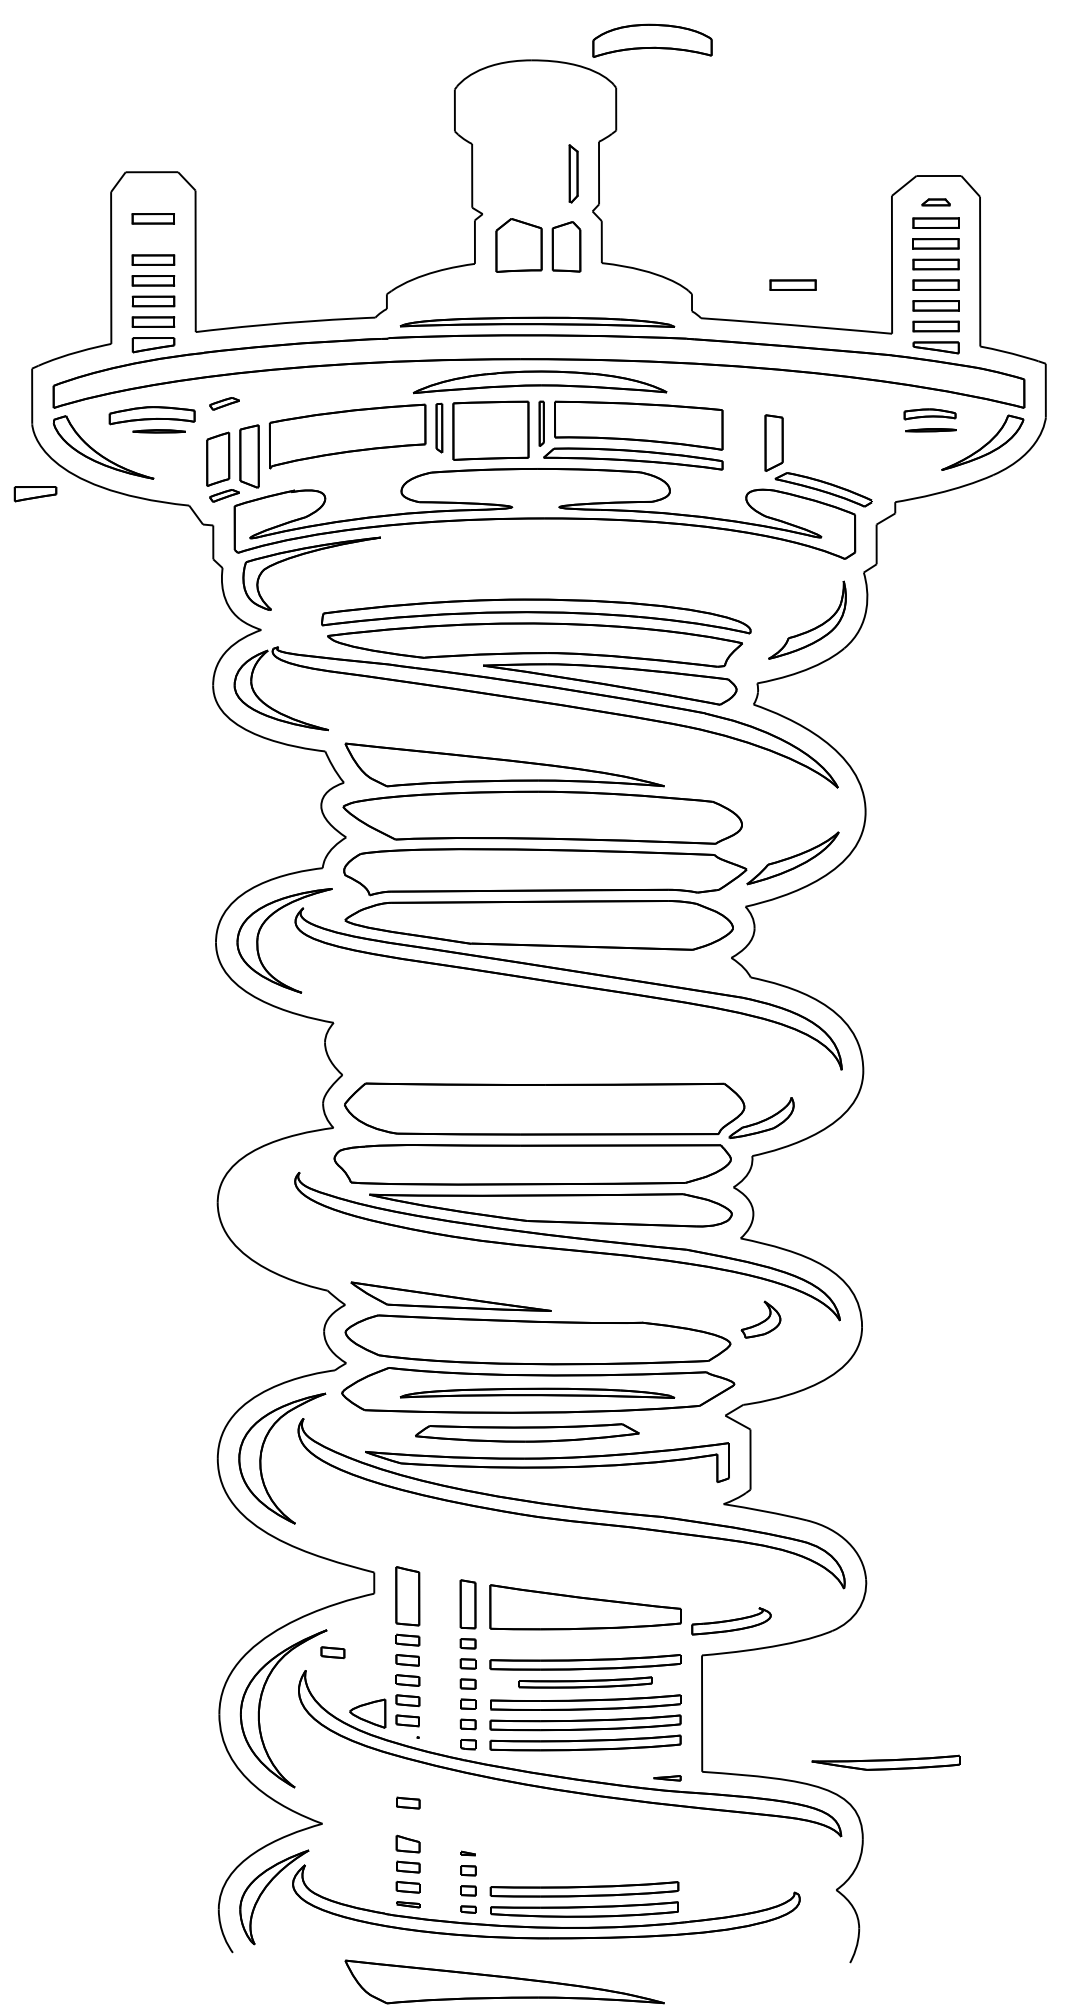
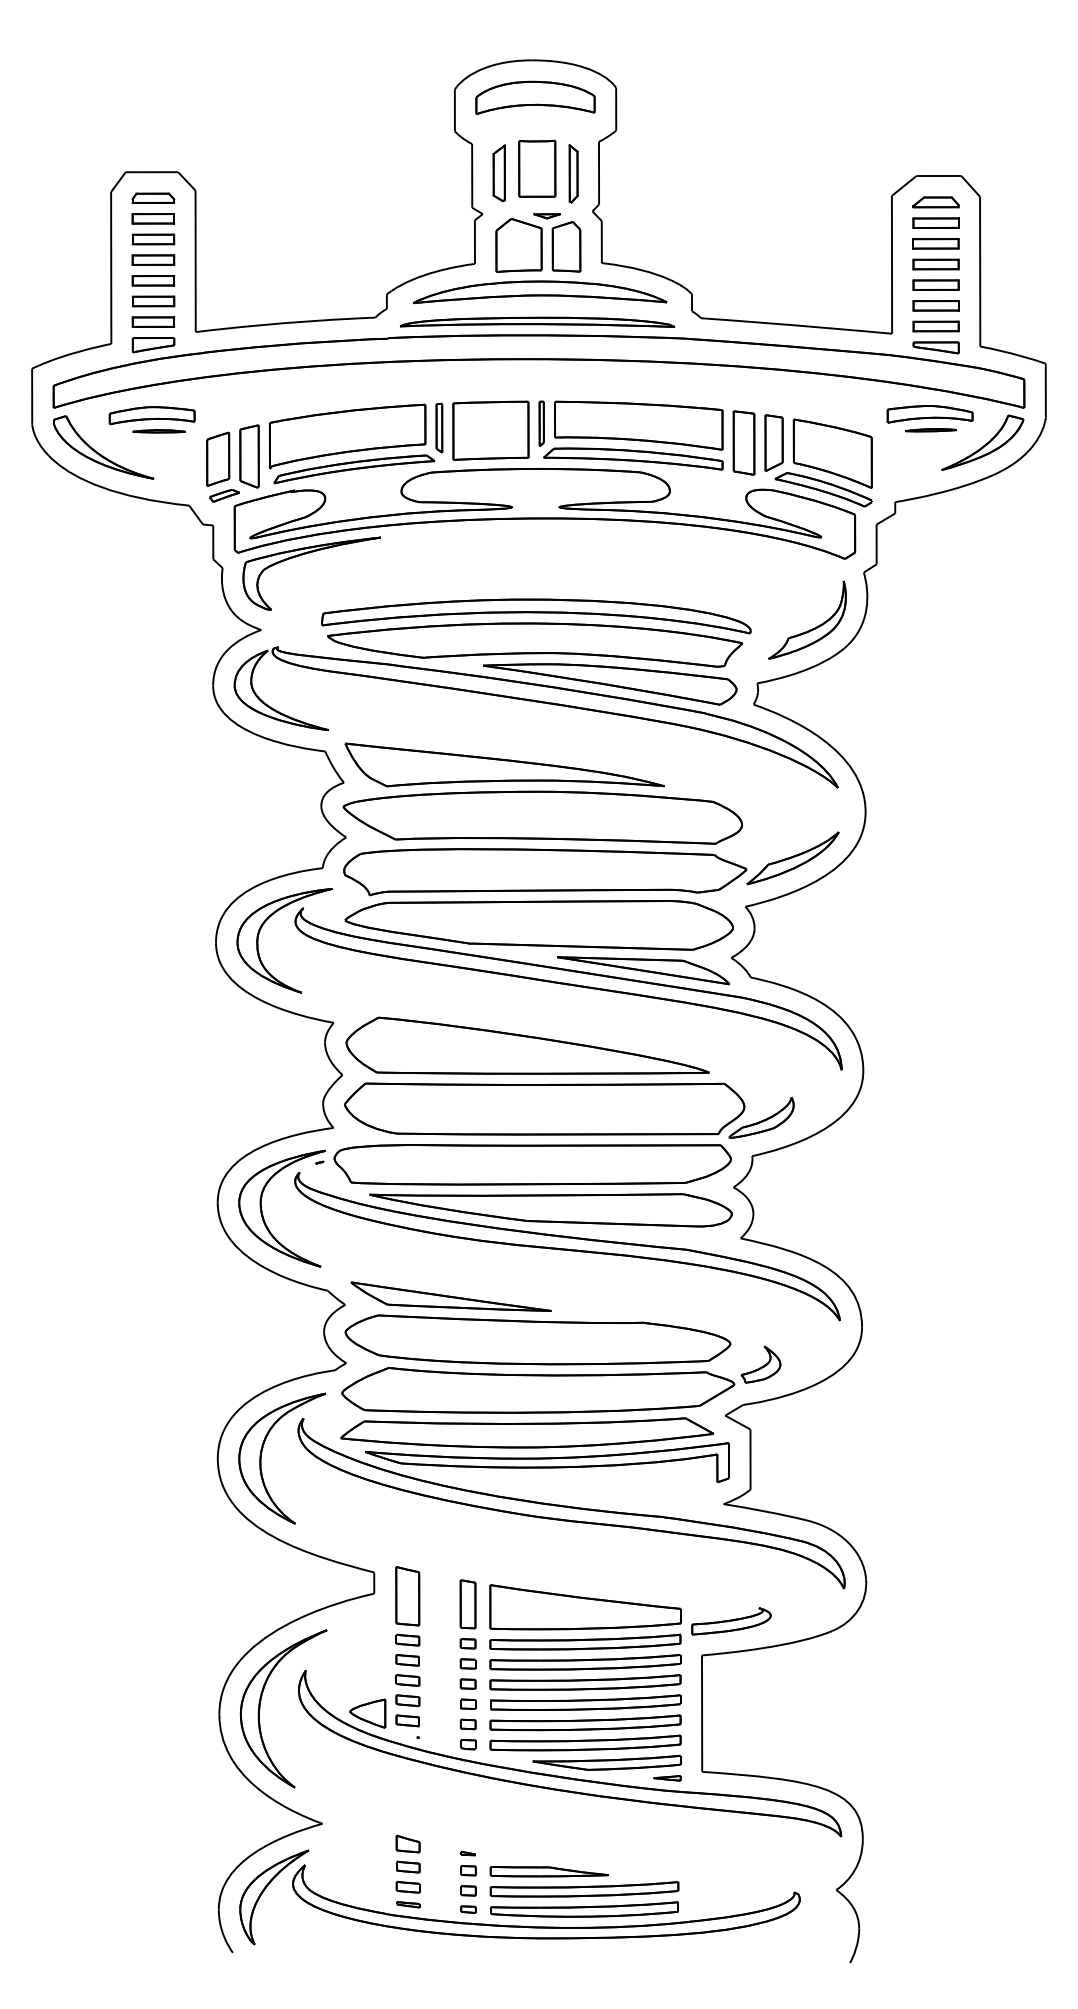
part at (652, 40) position: (652, 40) -> (535, 97)
part at (537, 168): none -> present
part at (498, 173): none -> present
part at (153, 197): none -> present
part at (935, 202) size: 30x9 px -> 48x13 px
part at (546, 216): none -> present
part at (153, 239): none -> present
part at (792, 284): present -> none
part at (539, 382) position: (539, 382) -> (539, 292)
part at (224, 403): present -> none
part at (929, 414) size: 54x13 px -> 88x19 px
part at (743, 442): none -> present
part at (832, 453): none -> present
part at (353, 469): none -> present
part at (35, 494): present -> none
part at (643, 970): none -> present
part at (527, 1045): none -> present
part at (262, 1209): none -> present
part at (760, 1319) position: (760, 1319) -> (760, 1364)
part at (537, 1392): present -> none
part at (527, 1432) size: 225x20 px -> 375x32 px
part at (585, 1641): none -> present
part at (332, 1652): present -> none
part at (585, 1682) size: 135x13 px -> 193x17 px
part at (885, 1762) position: (885, 1762) -> (606, 1762)
part at (408, 1802): present -> none
part at (548, 1871): none -> present
part at (504, 1981): present -> none
